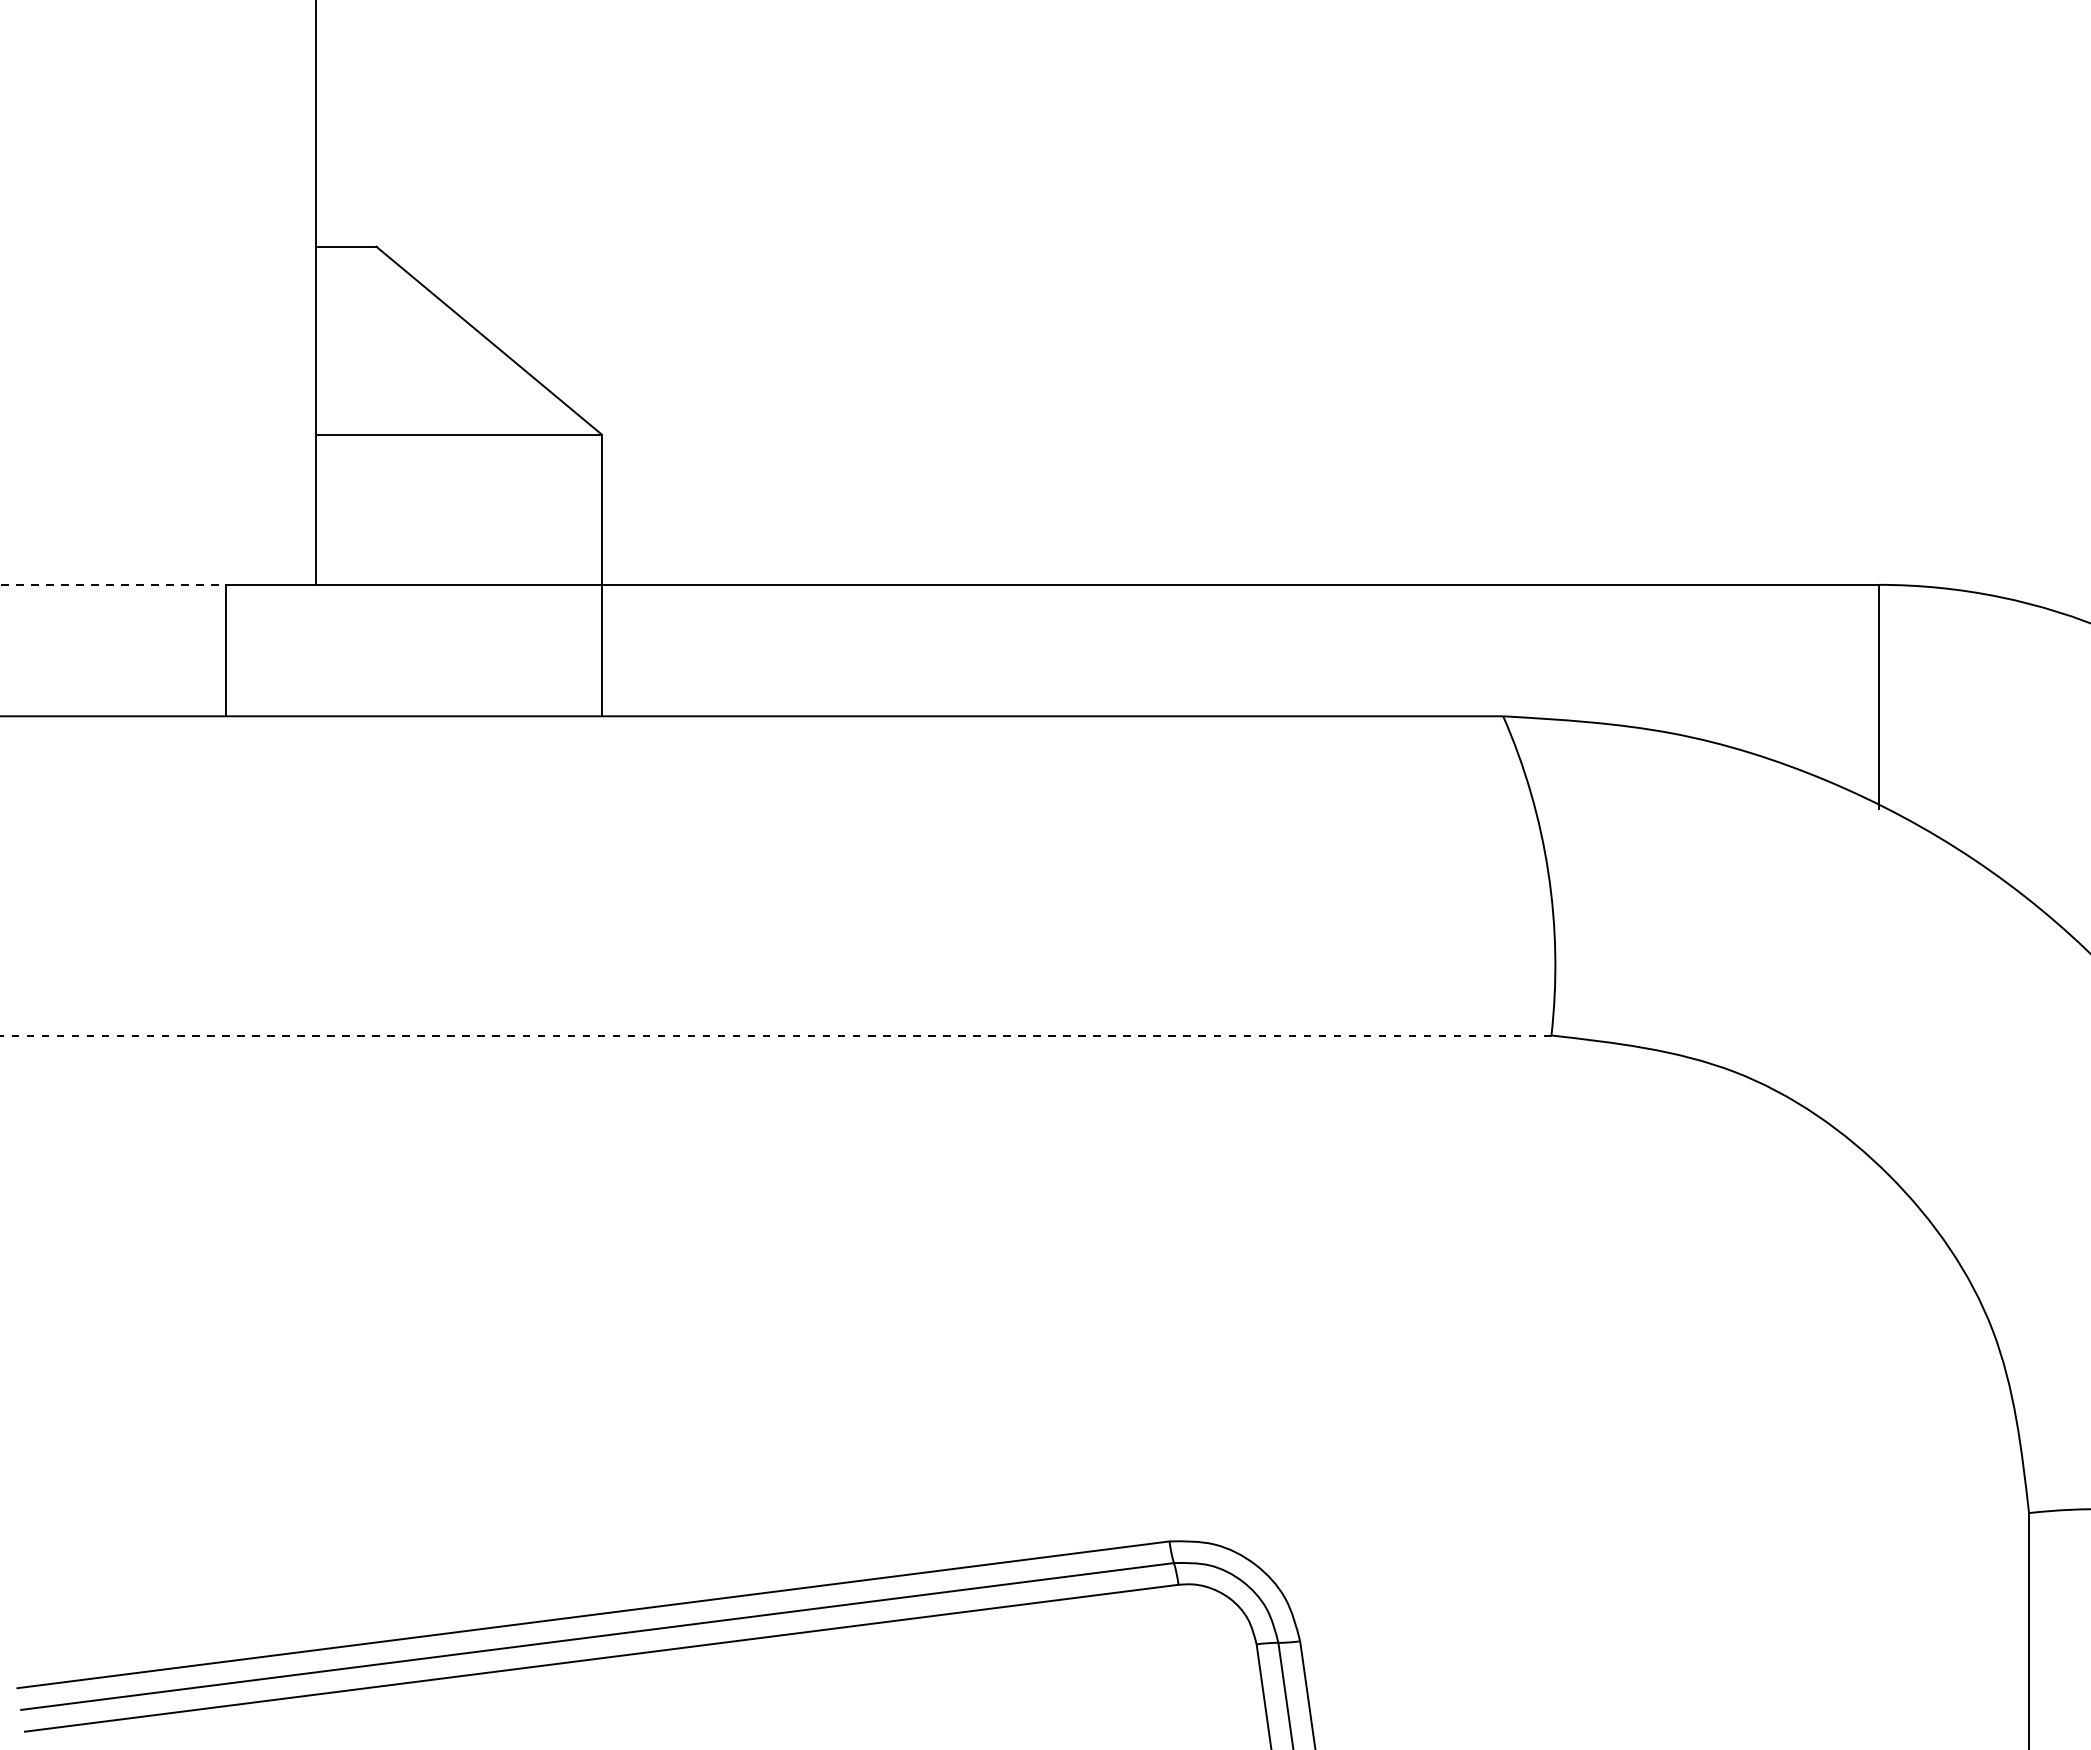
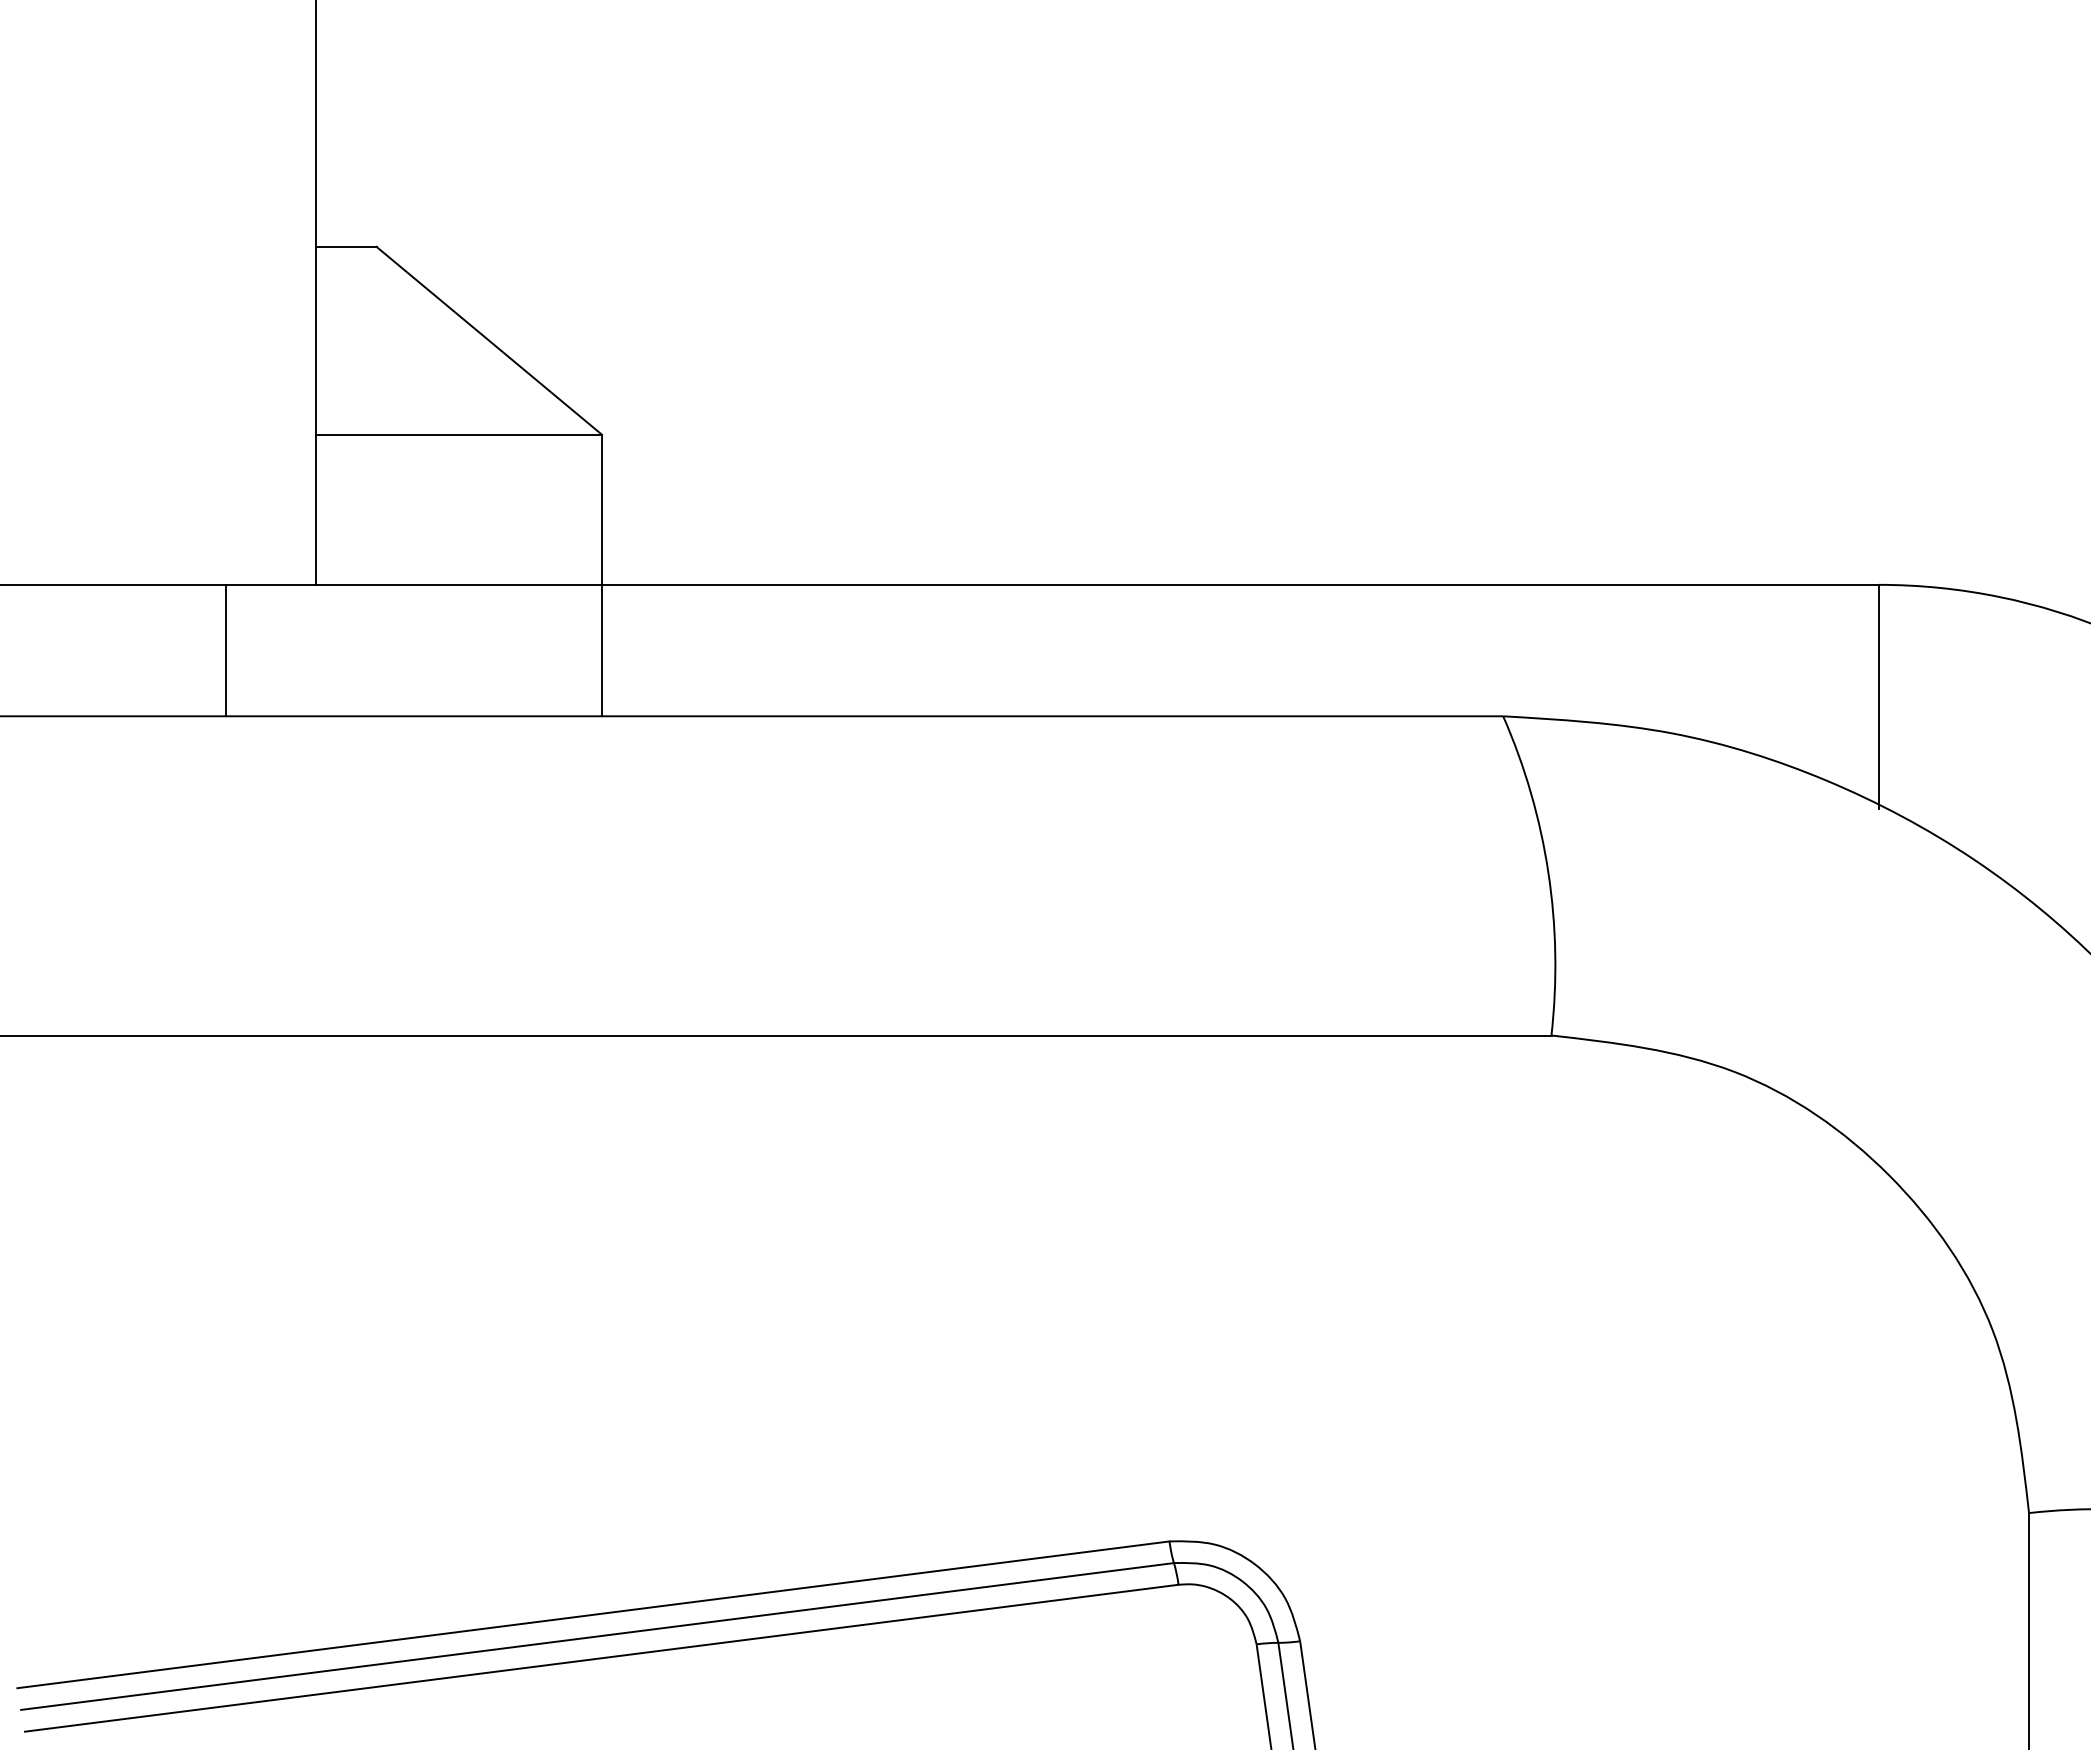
line at (113, 584): dashed -> solid
line at (775, 1035): dashed -> solid
